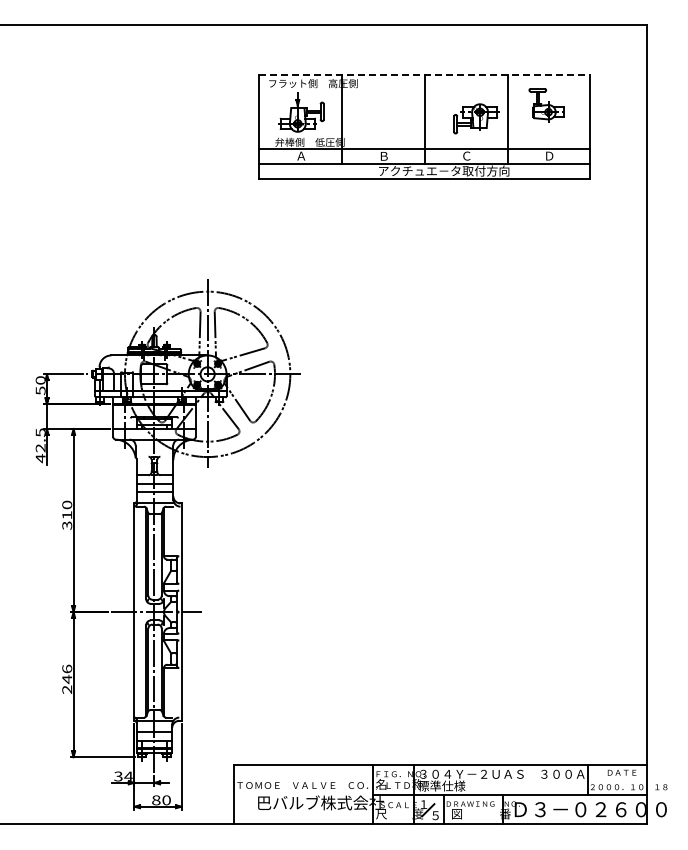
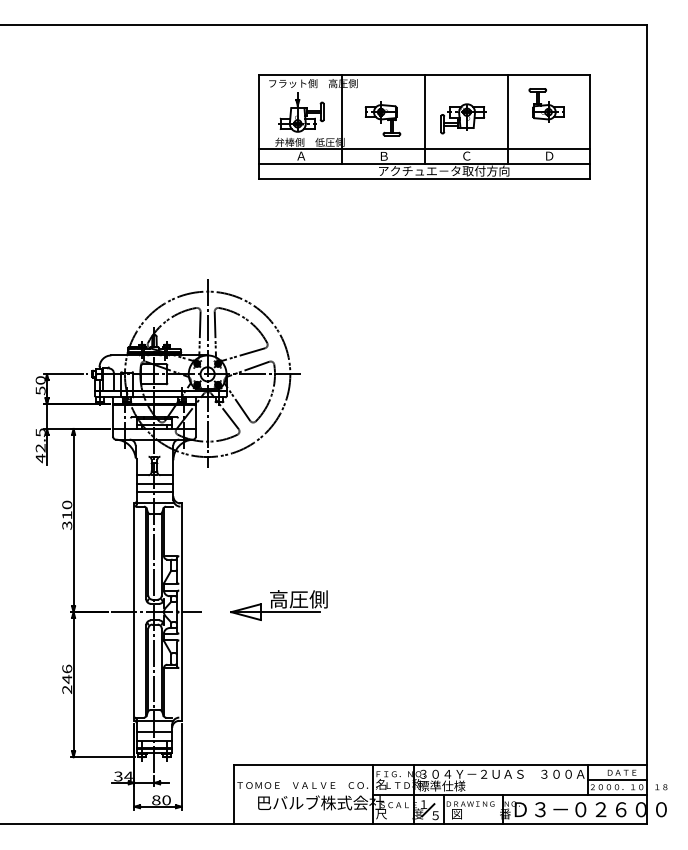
line at (425, 75): dashed -> solid
part at (382, 118): none -> present
part at (476, 118) position: (476, 118) -> (463, 118)
part at (278, 605): none -> present
line at (617, 780): none -> present
